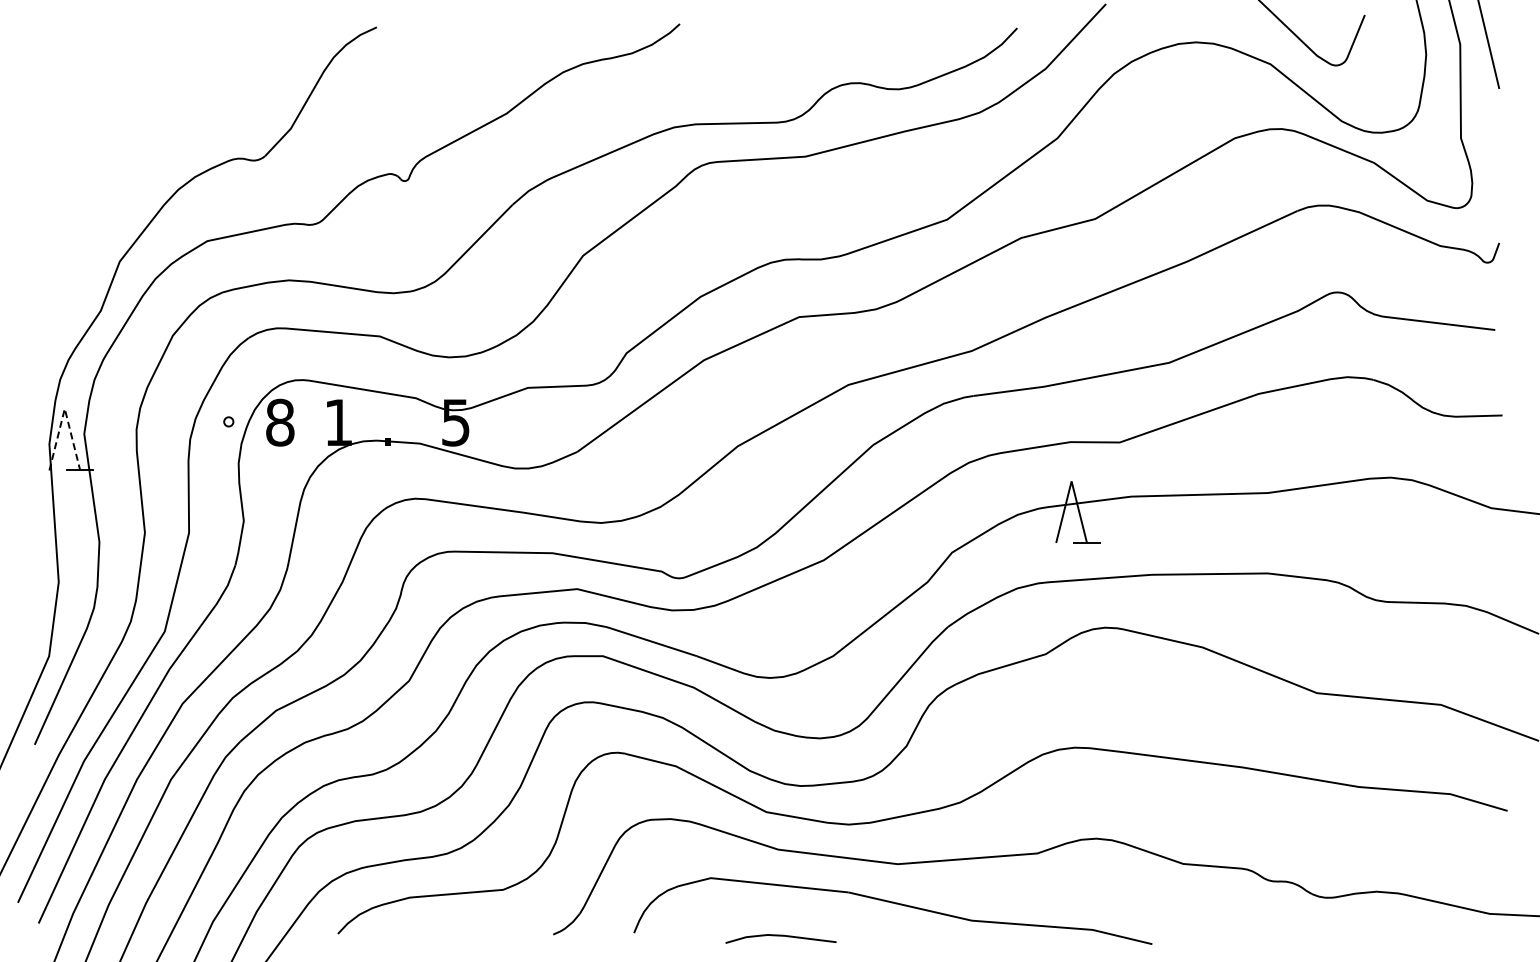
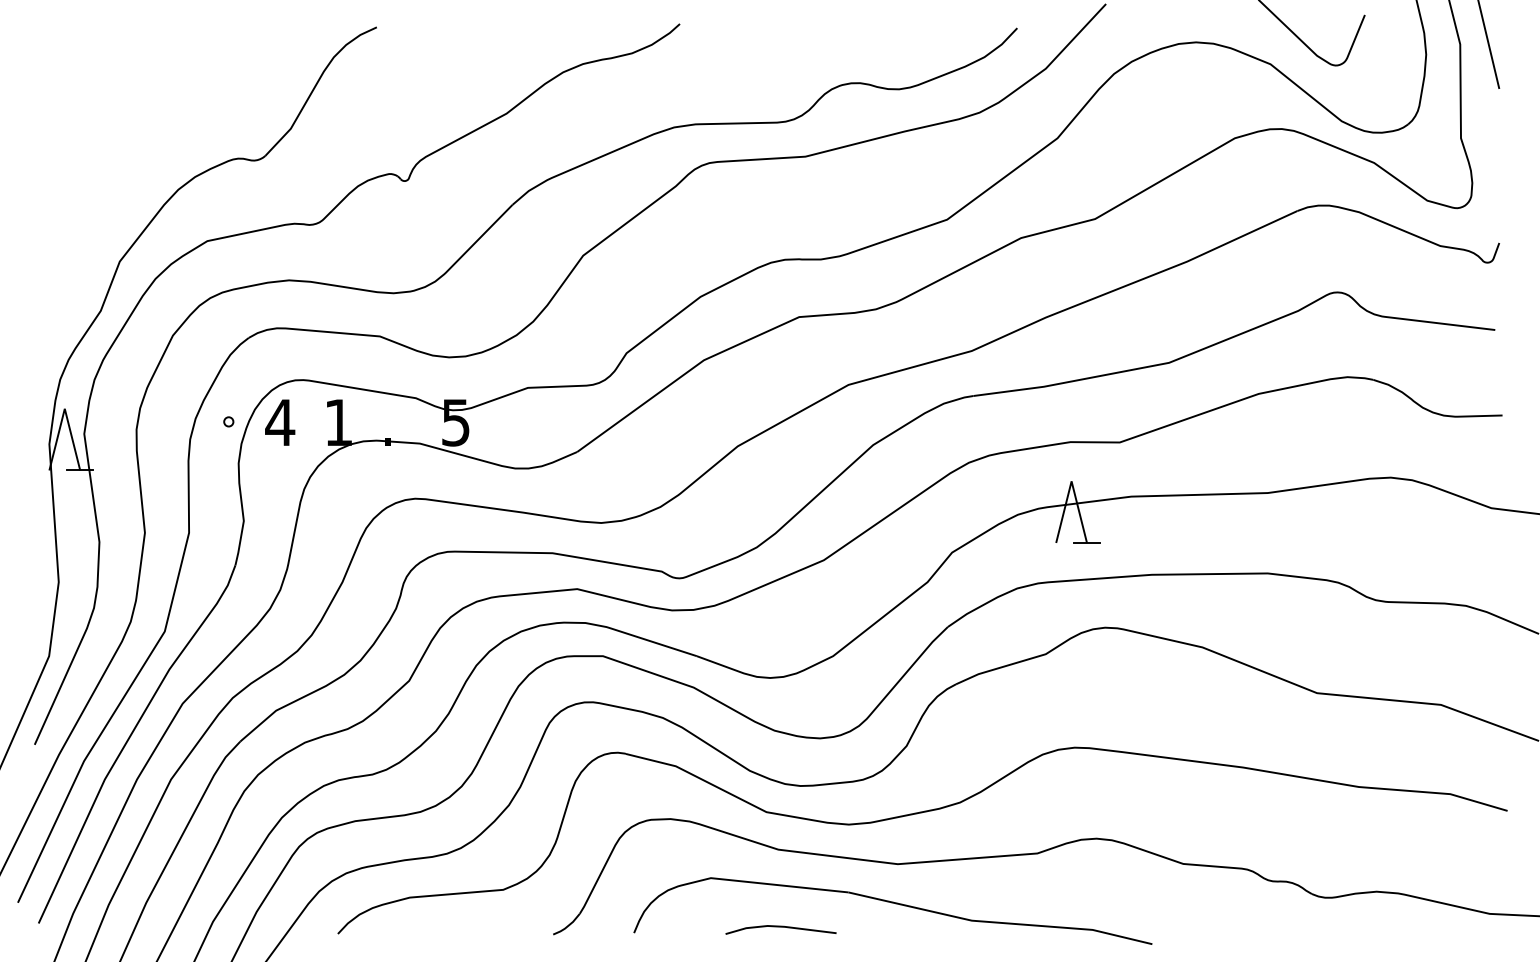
line at (64, 408): dashed -> solid
text at (280, 422): 8 -> 4
line at (780, 936) position: (780, 936) -> (780, 927)
